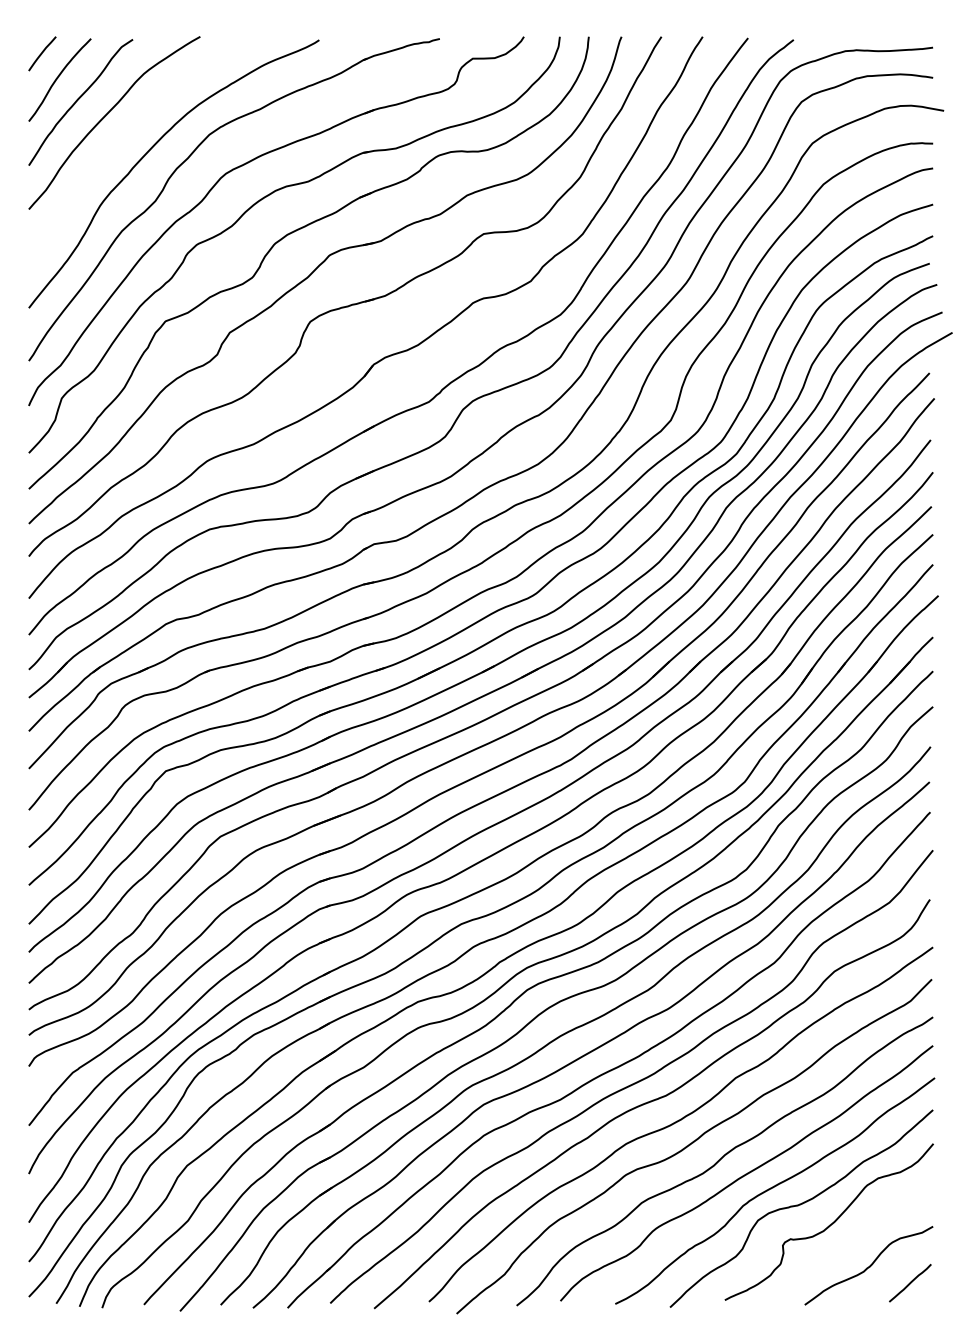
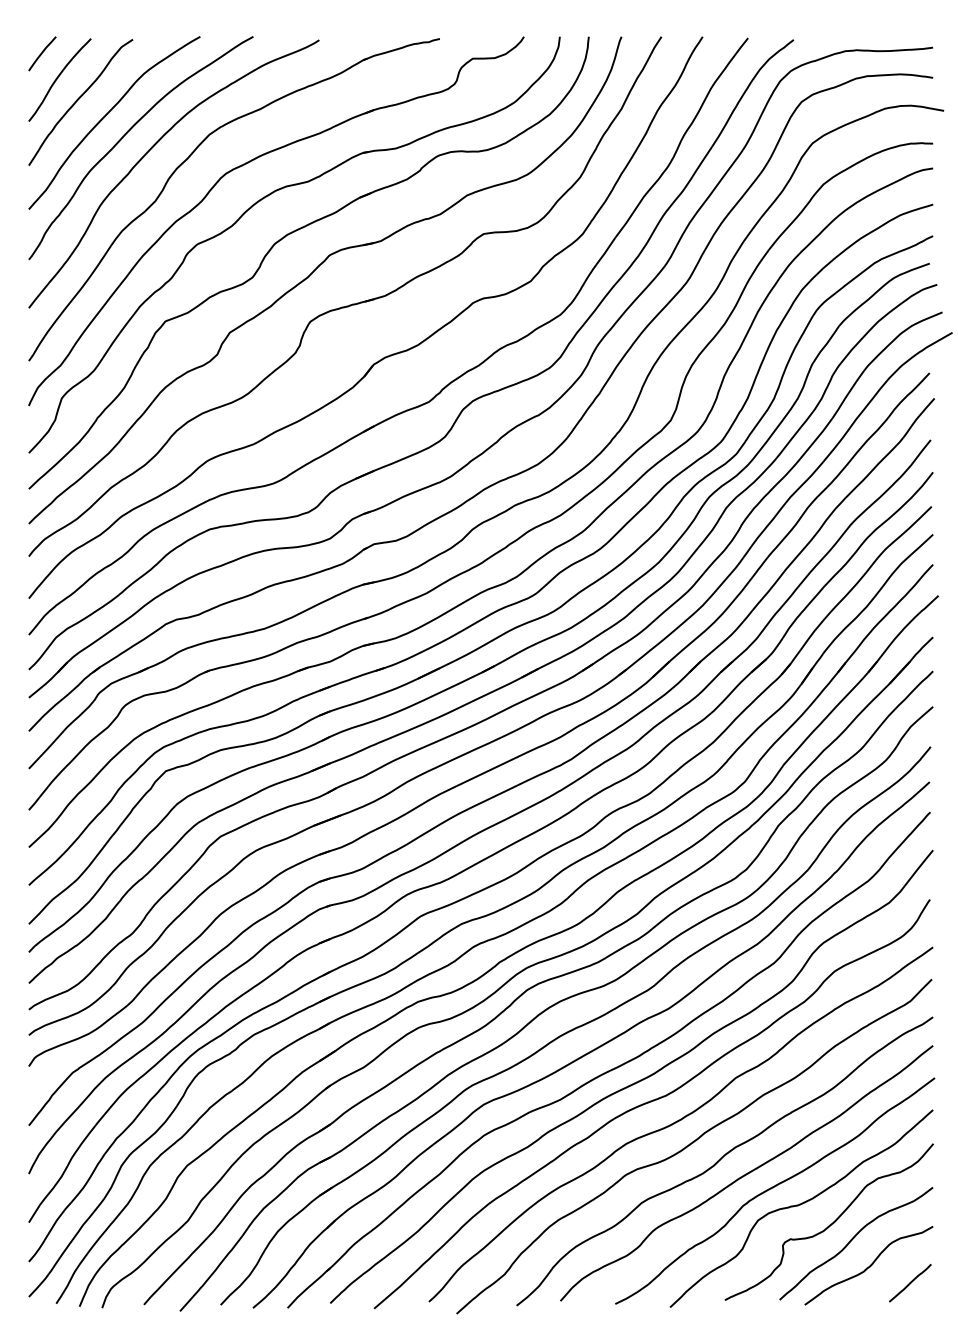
curve at (126, 134): none -> present
curve at (853, 1239): none -> present
